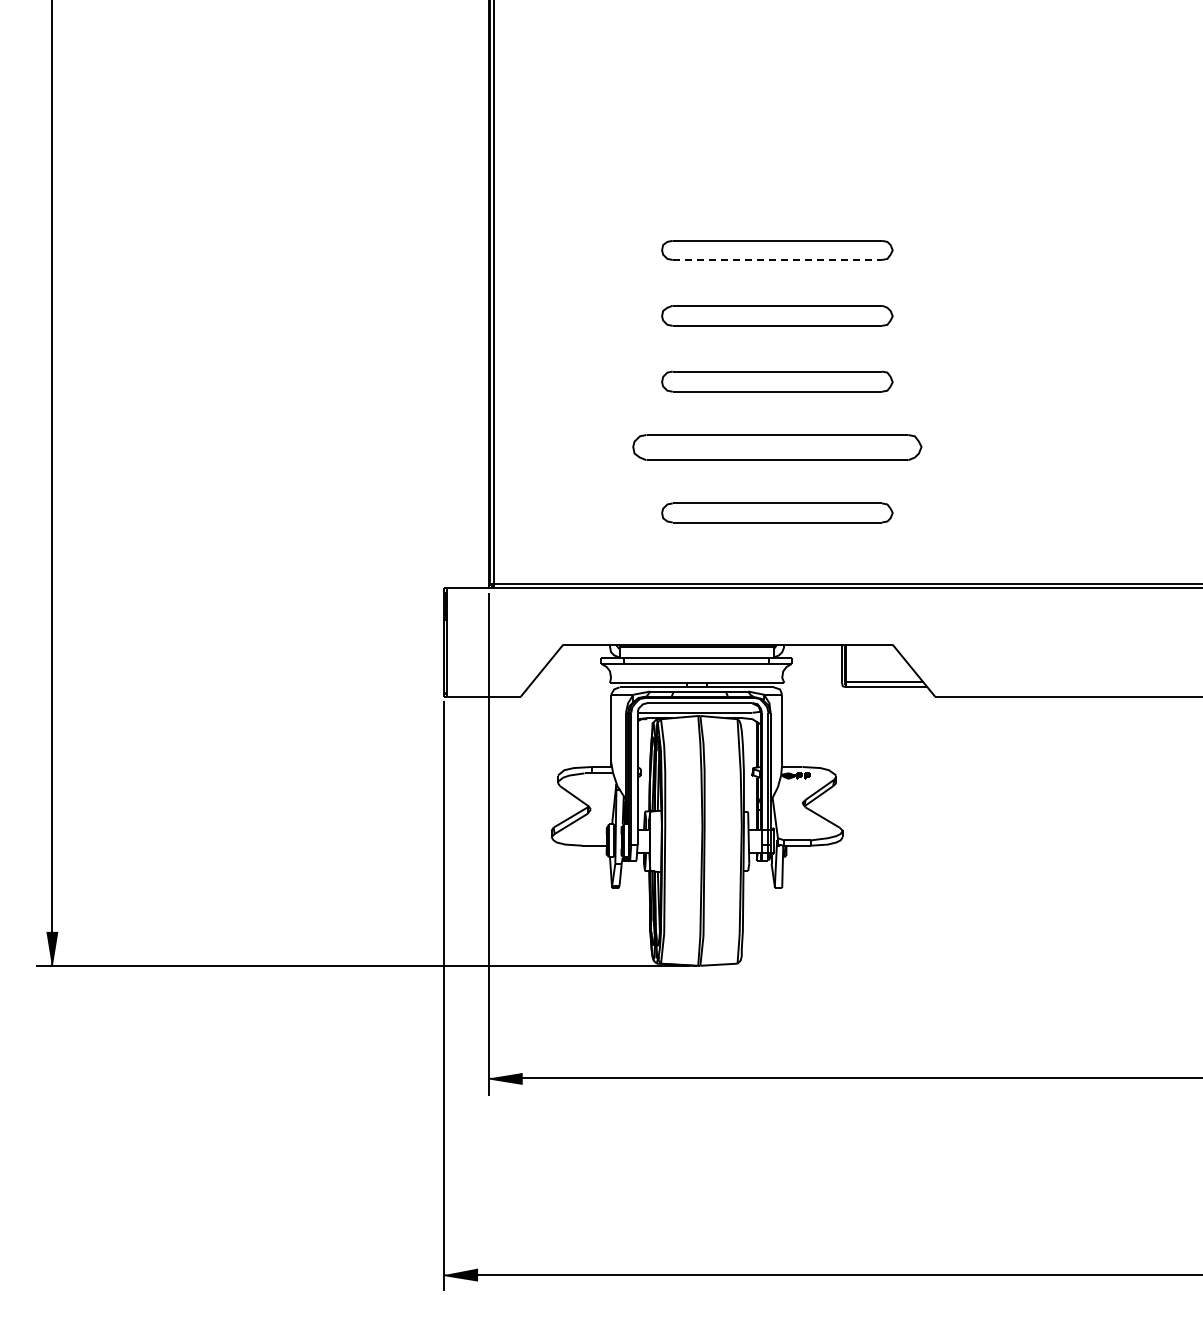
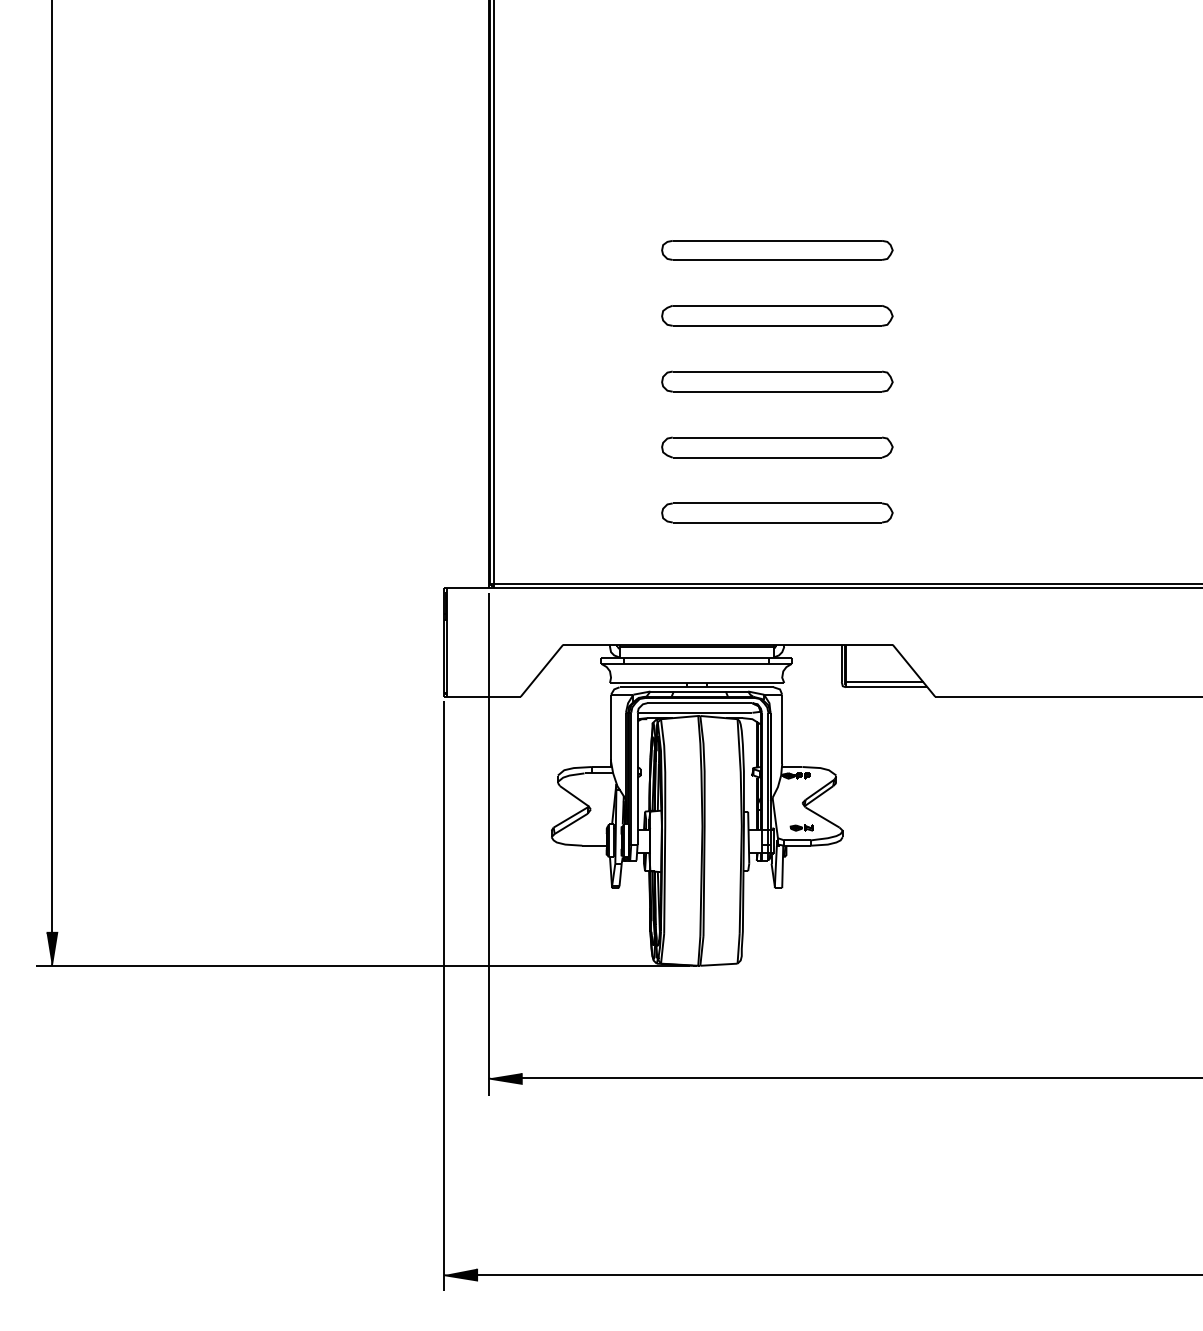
line at (777, 259): dashed -> solid
part at (777, 447) size: 291x27 px -> 233x23 px
part at (801, 827): none -> present
